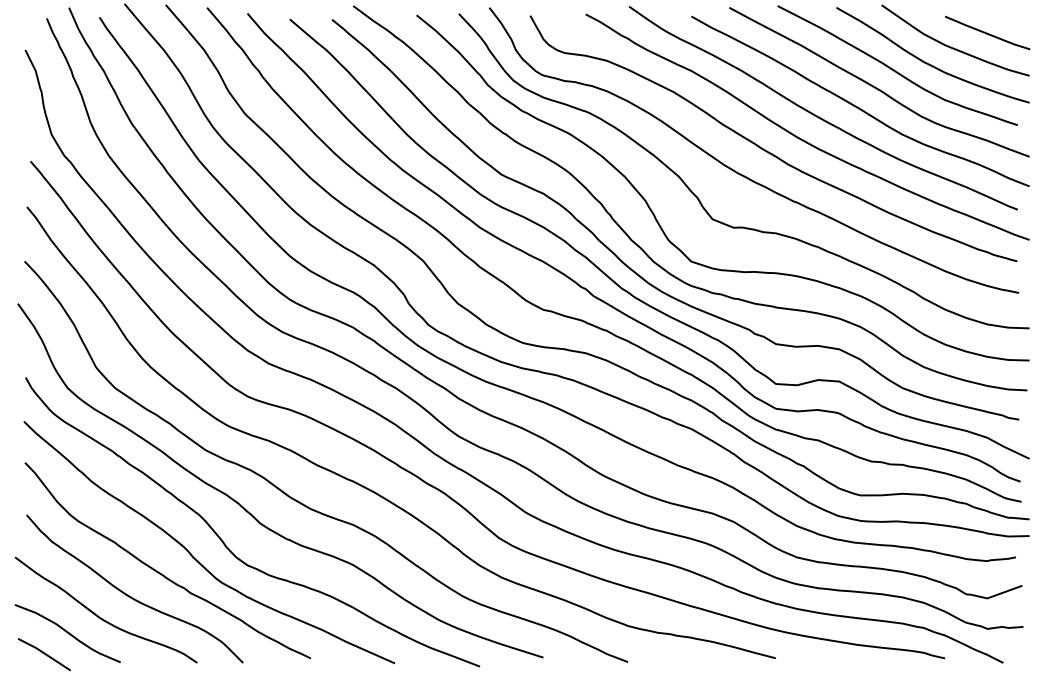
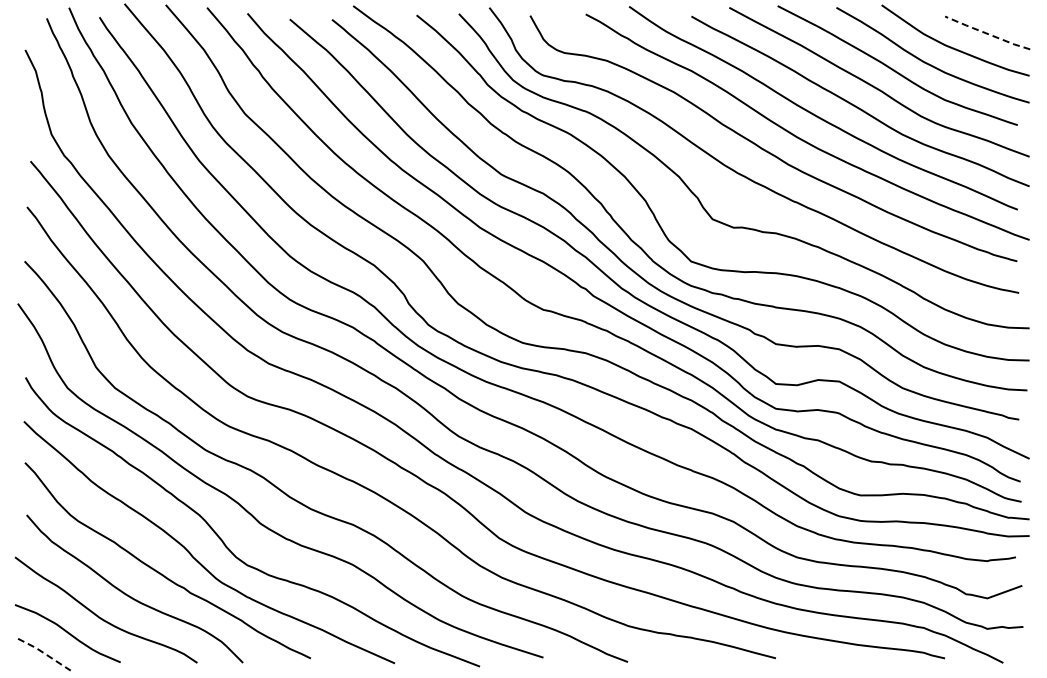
line at (987, 33): solid -> dashed
line at (44, 653): solid -> dashed
